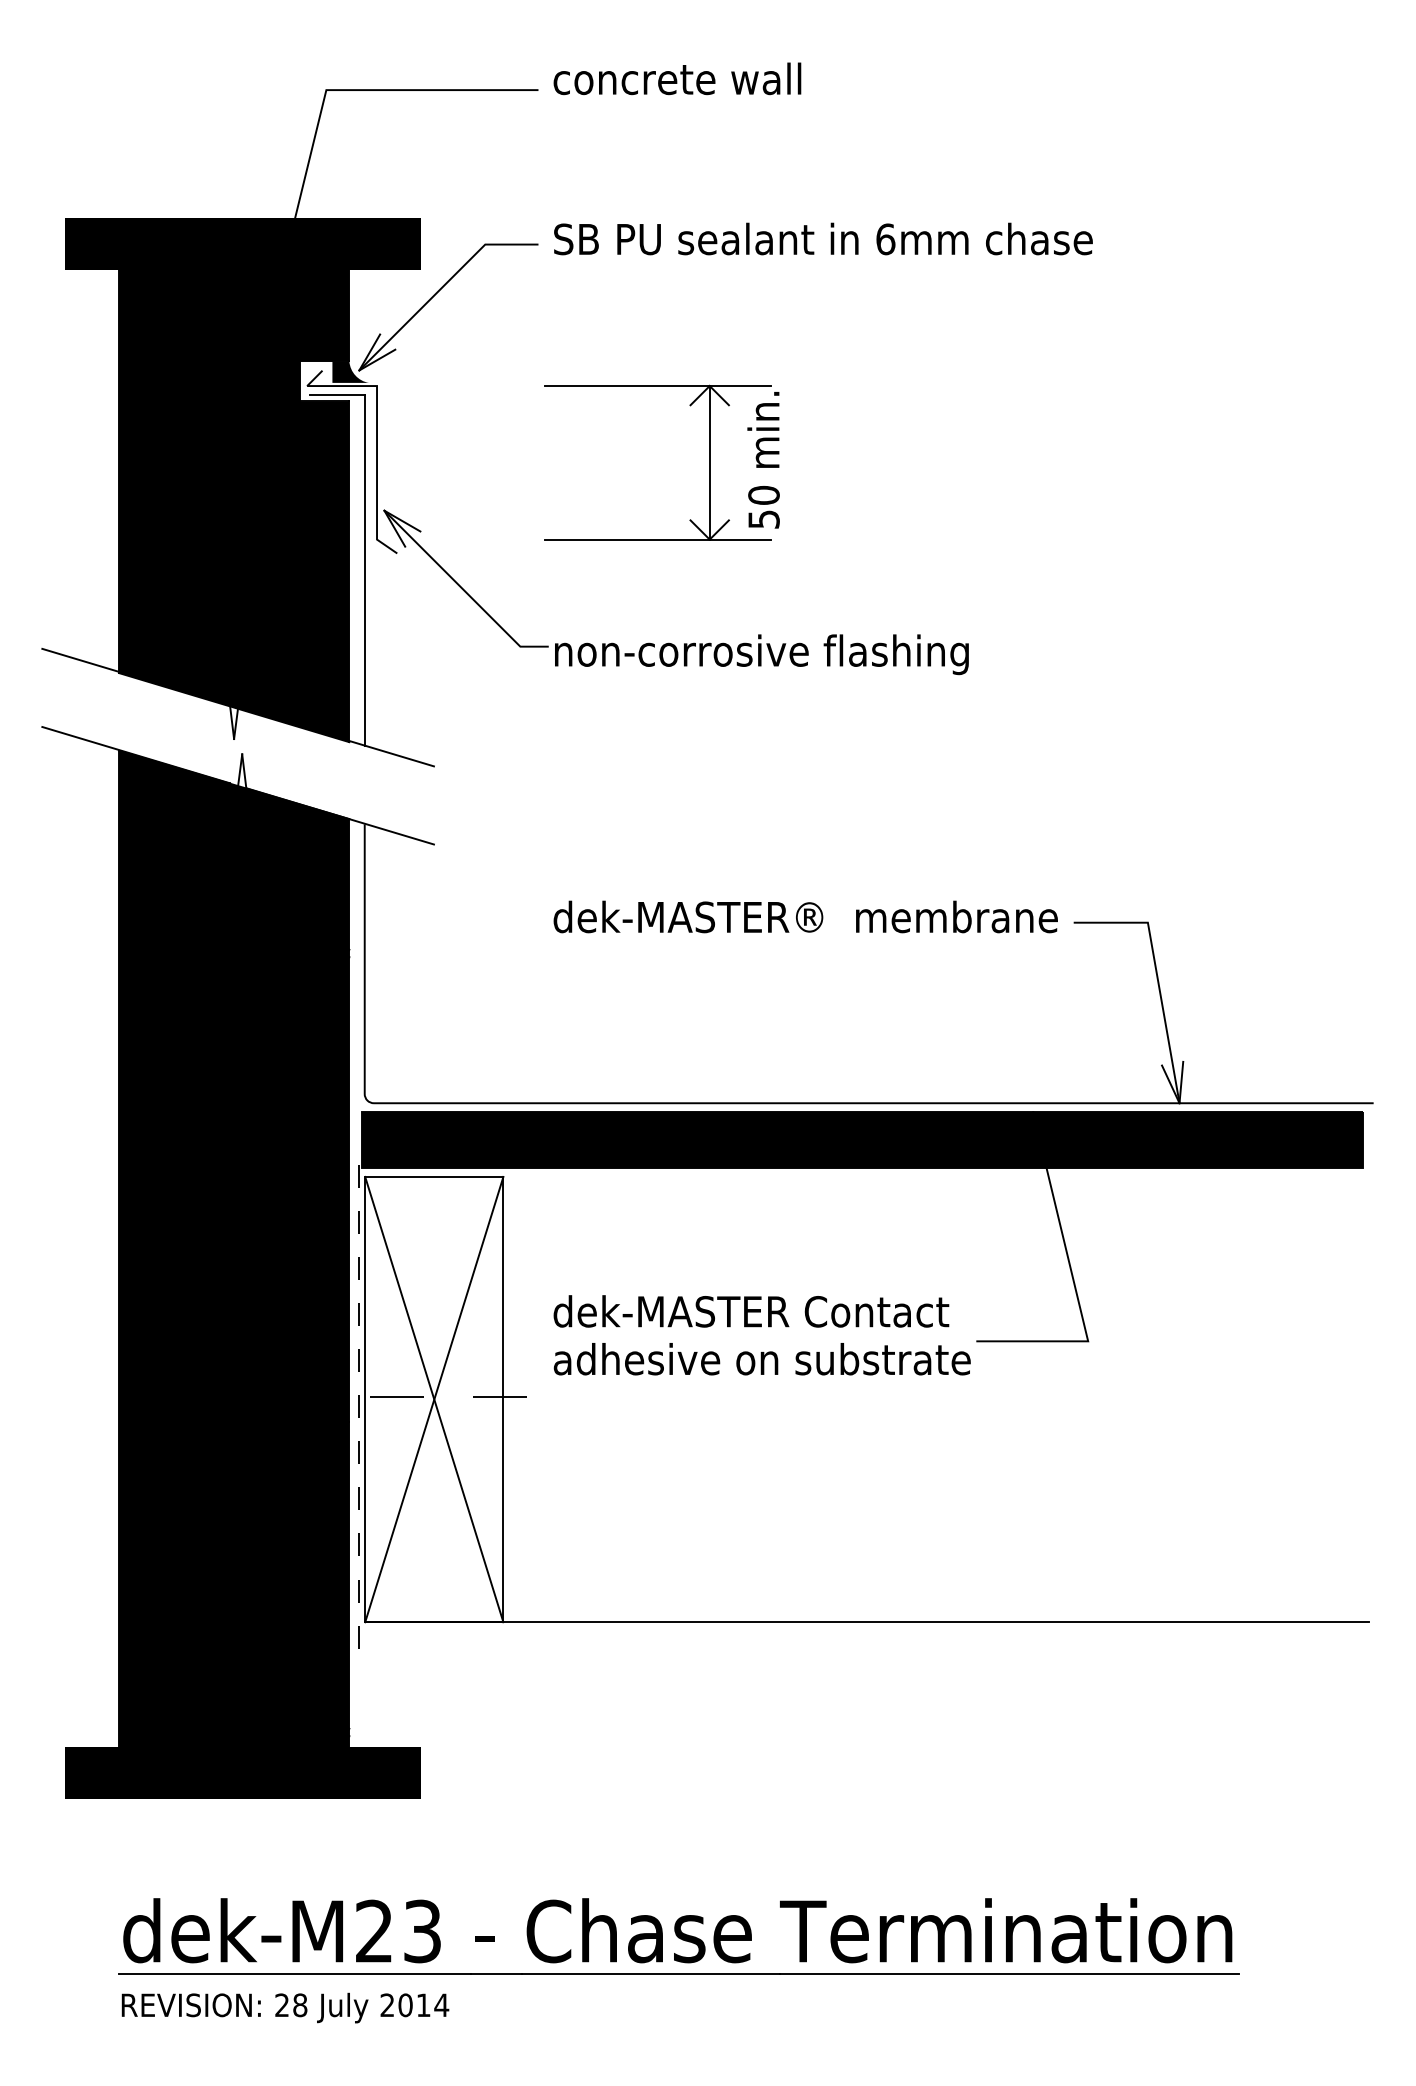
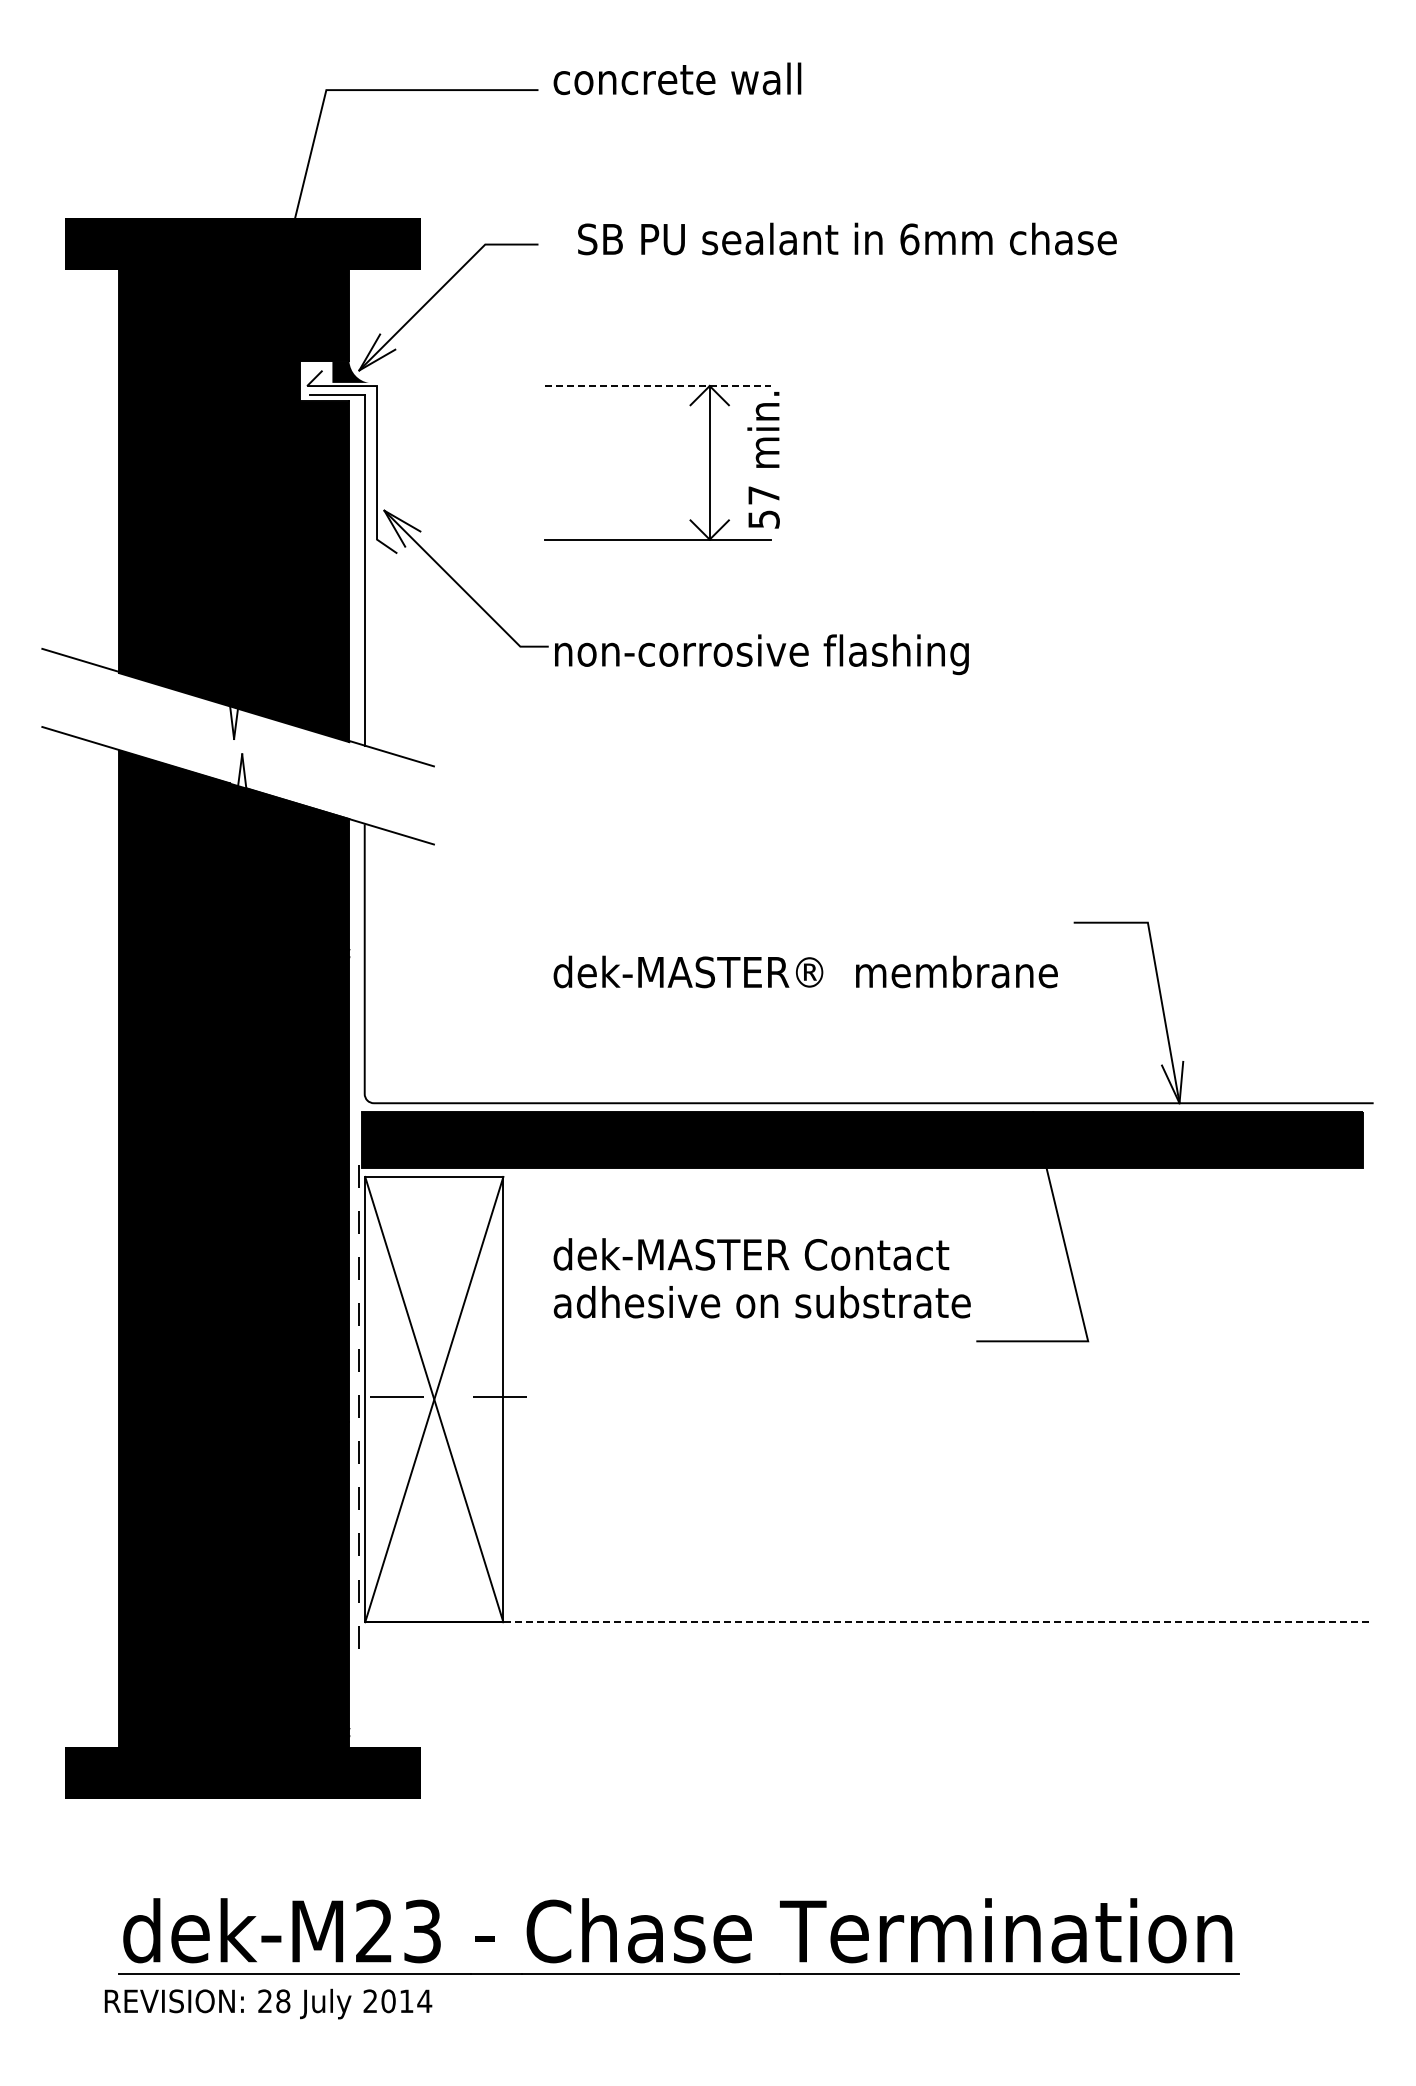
text at (823, 238) position: (823, 238) -> (847, 238)
line at (658, 386): solid -> dashed
text at (763, 494): 50 -> 57
text at (805, 916) position: (805, 916) -> (805, 971)
text at (761, 1335) position: (761, 1335) -> (761, 1278)
line at (936, 1622): solid -> dashed
text at (285, 2007) position: (285, 2007) -> (268, 2003)
